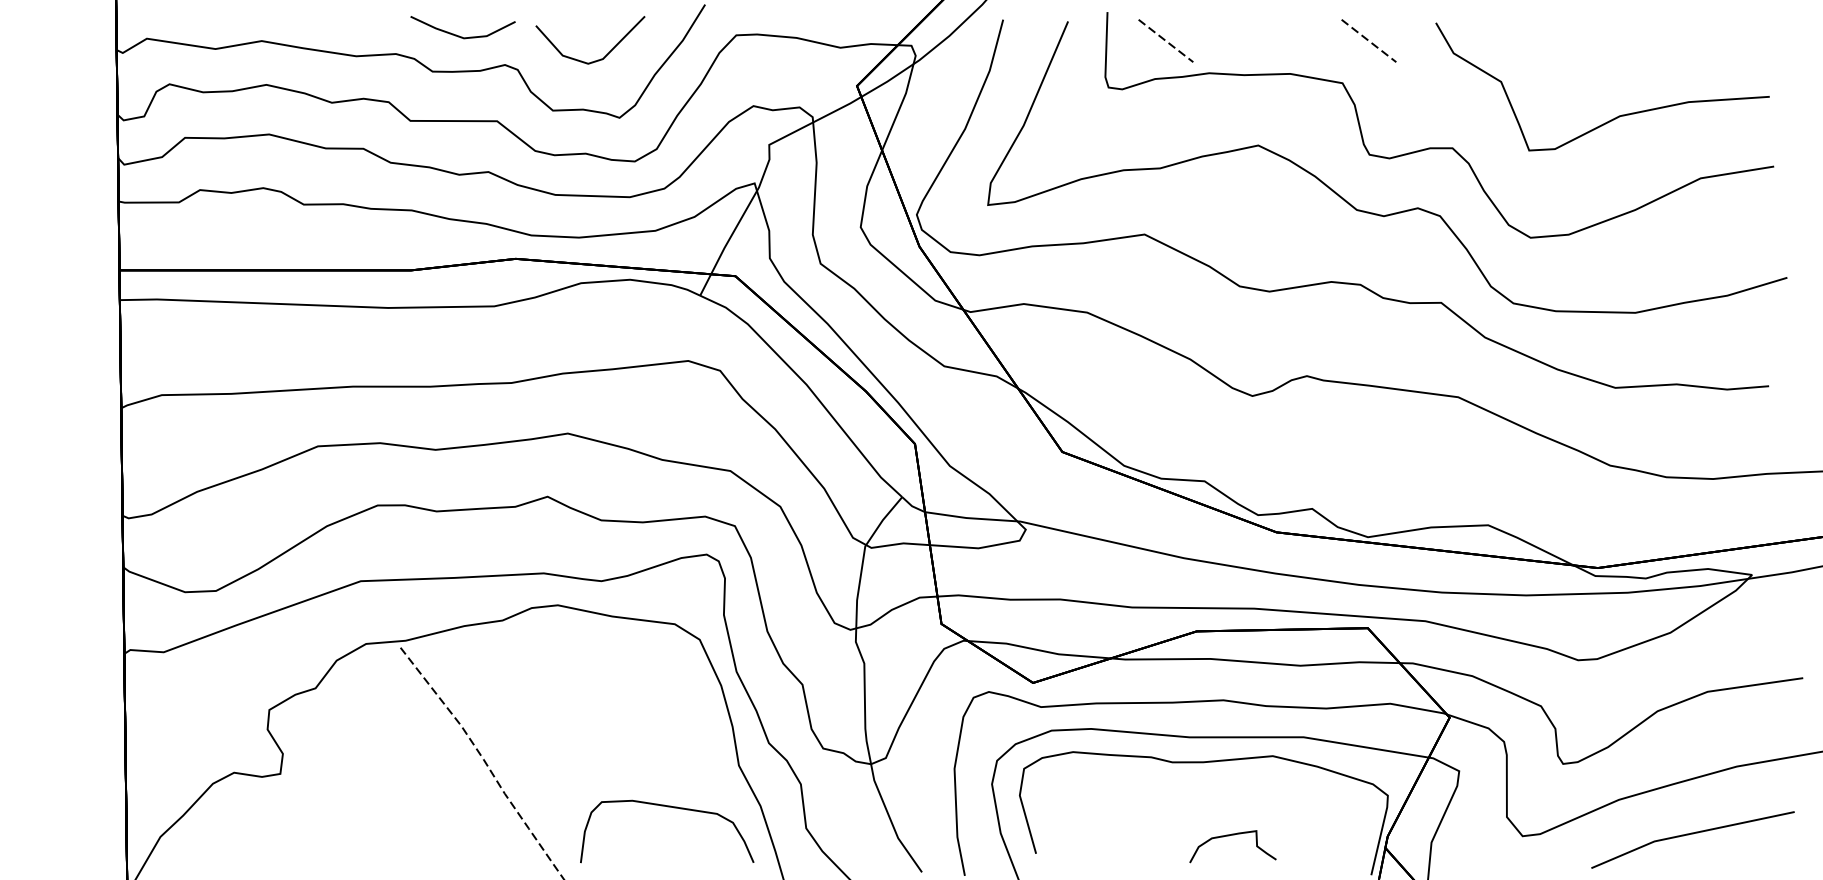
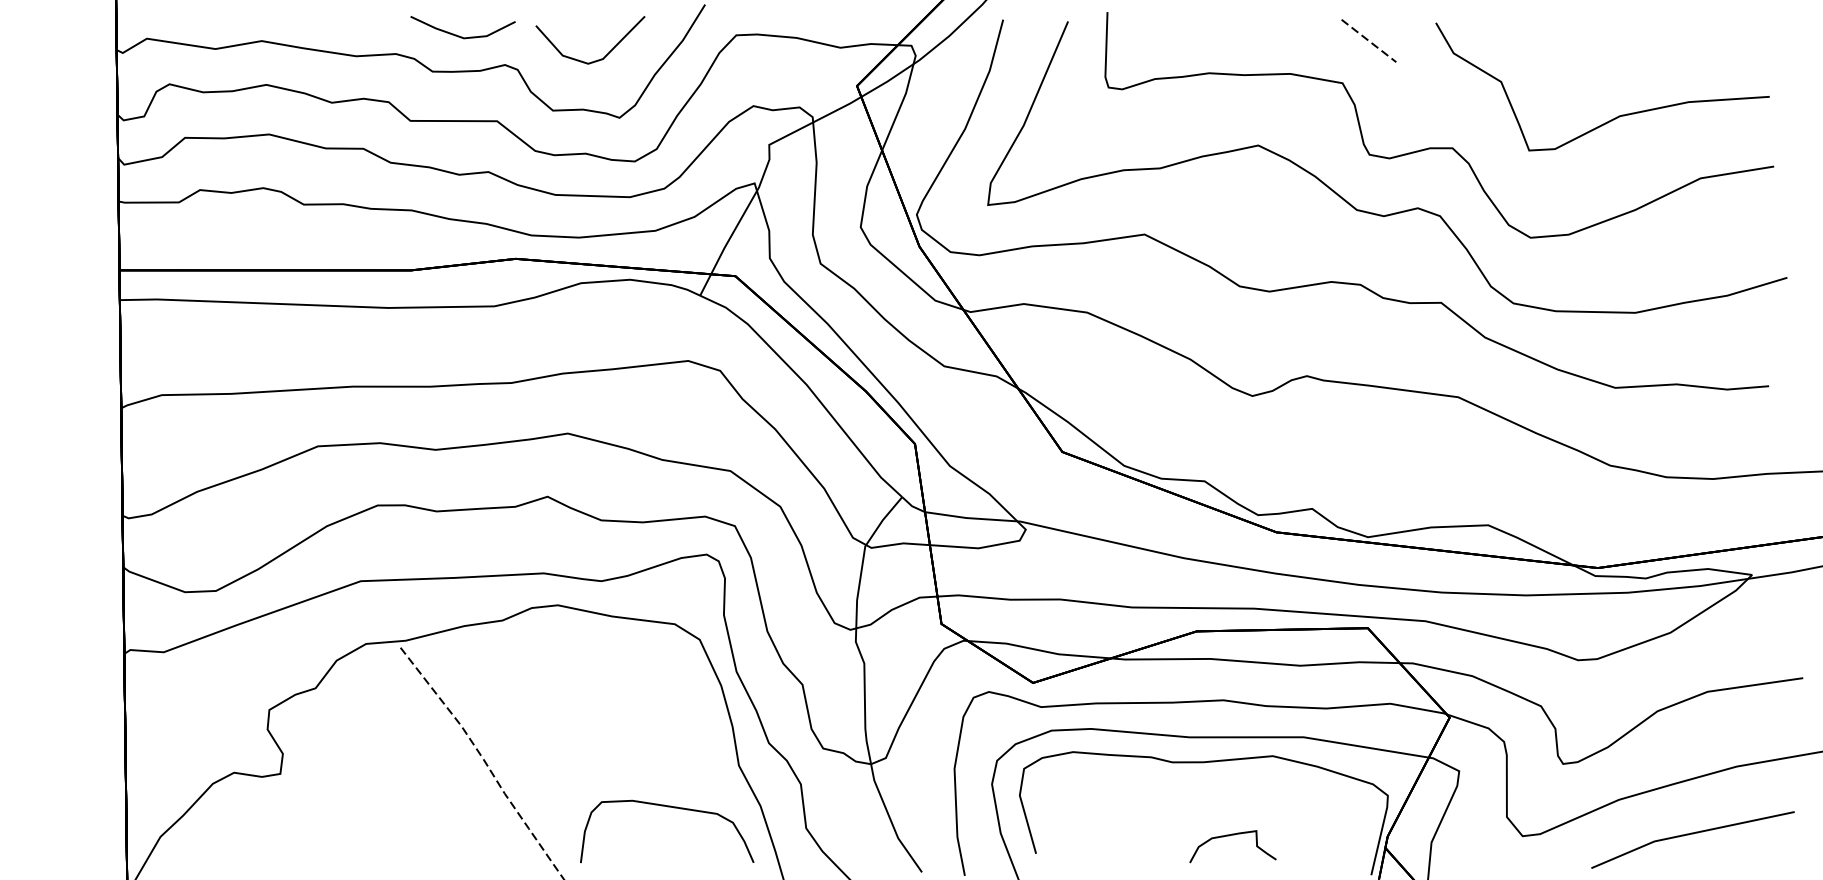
line at (1165, 40): present -> none
